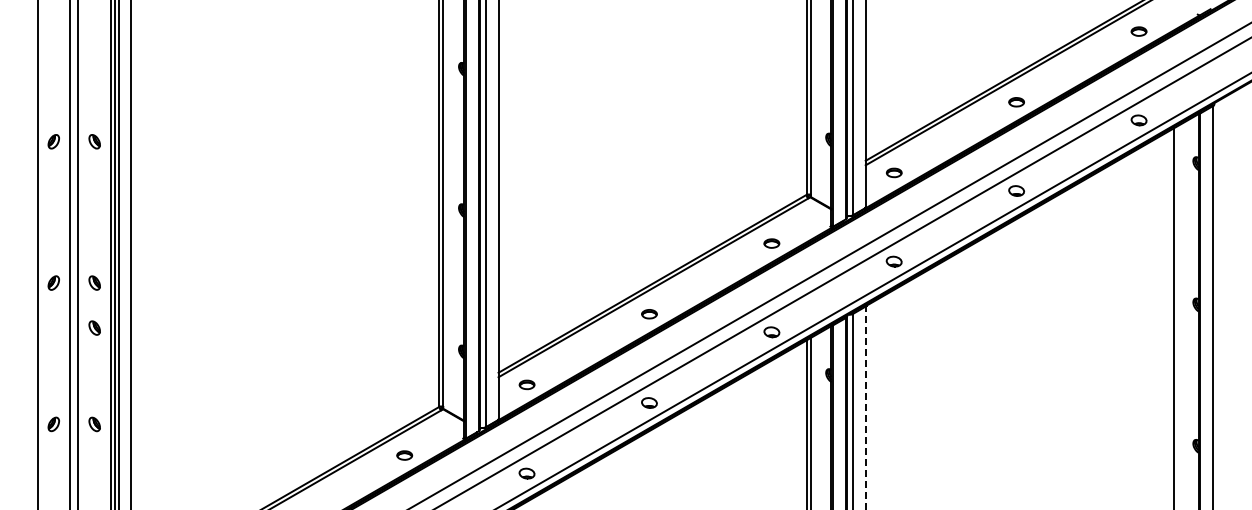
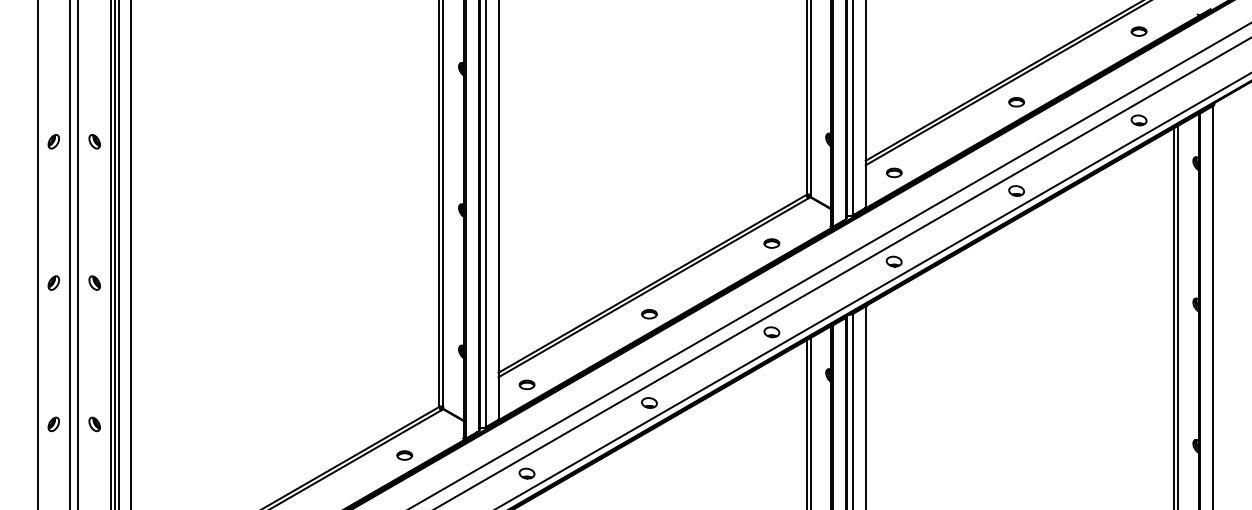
line at (1177, 316): none -> present
part at (94, 327): present -> none
line at (865, 407): dashed -> solid
